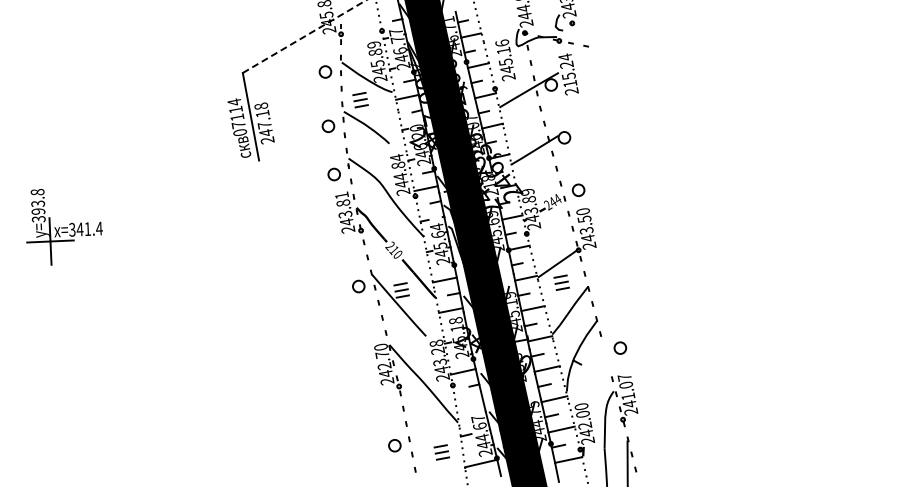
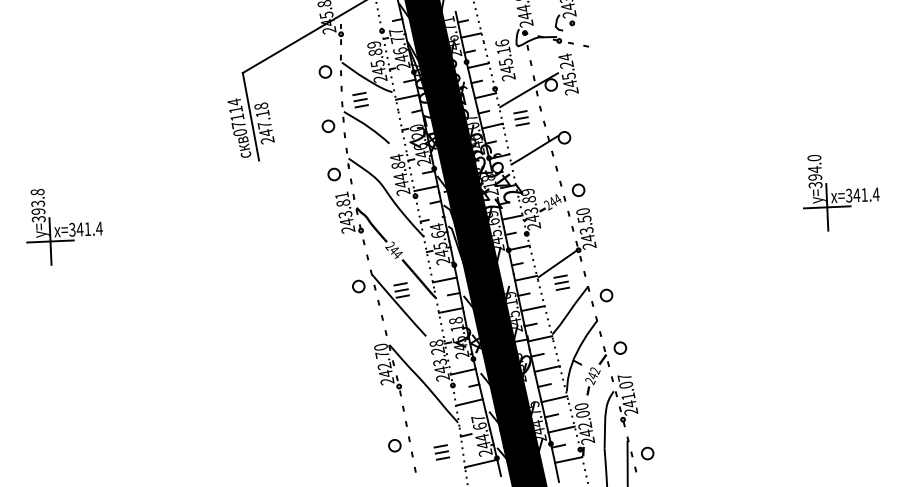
line at (304, 36): dashed -> solid
text at (570, 82): 215.24 -> 245.24
part at (521, 118): none -> present
part at (841, 192): none -> present
text at (395, 252): 210 -> 244
circle at (606, 295): none -> present
part at (597, 370): none -> present
line at (469, 402): none -> present
circle at (647, 453): none -> present
